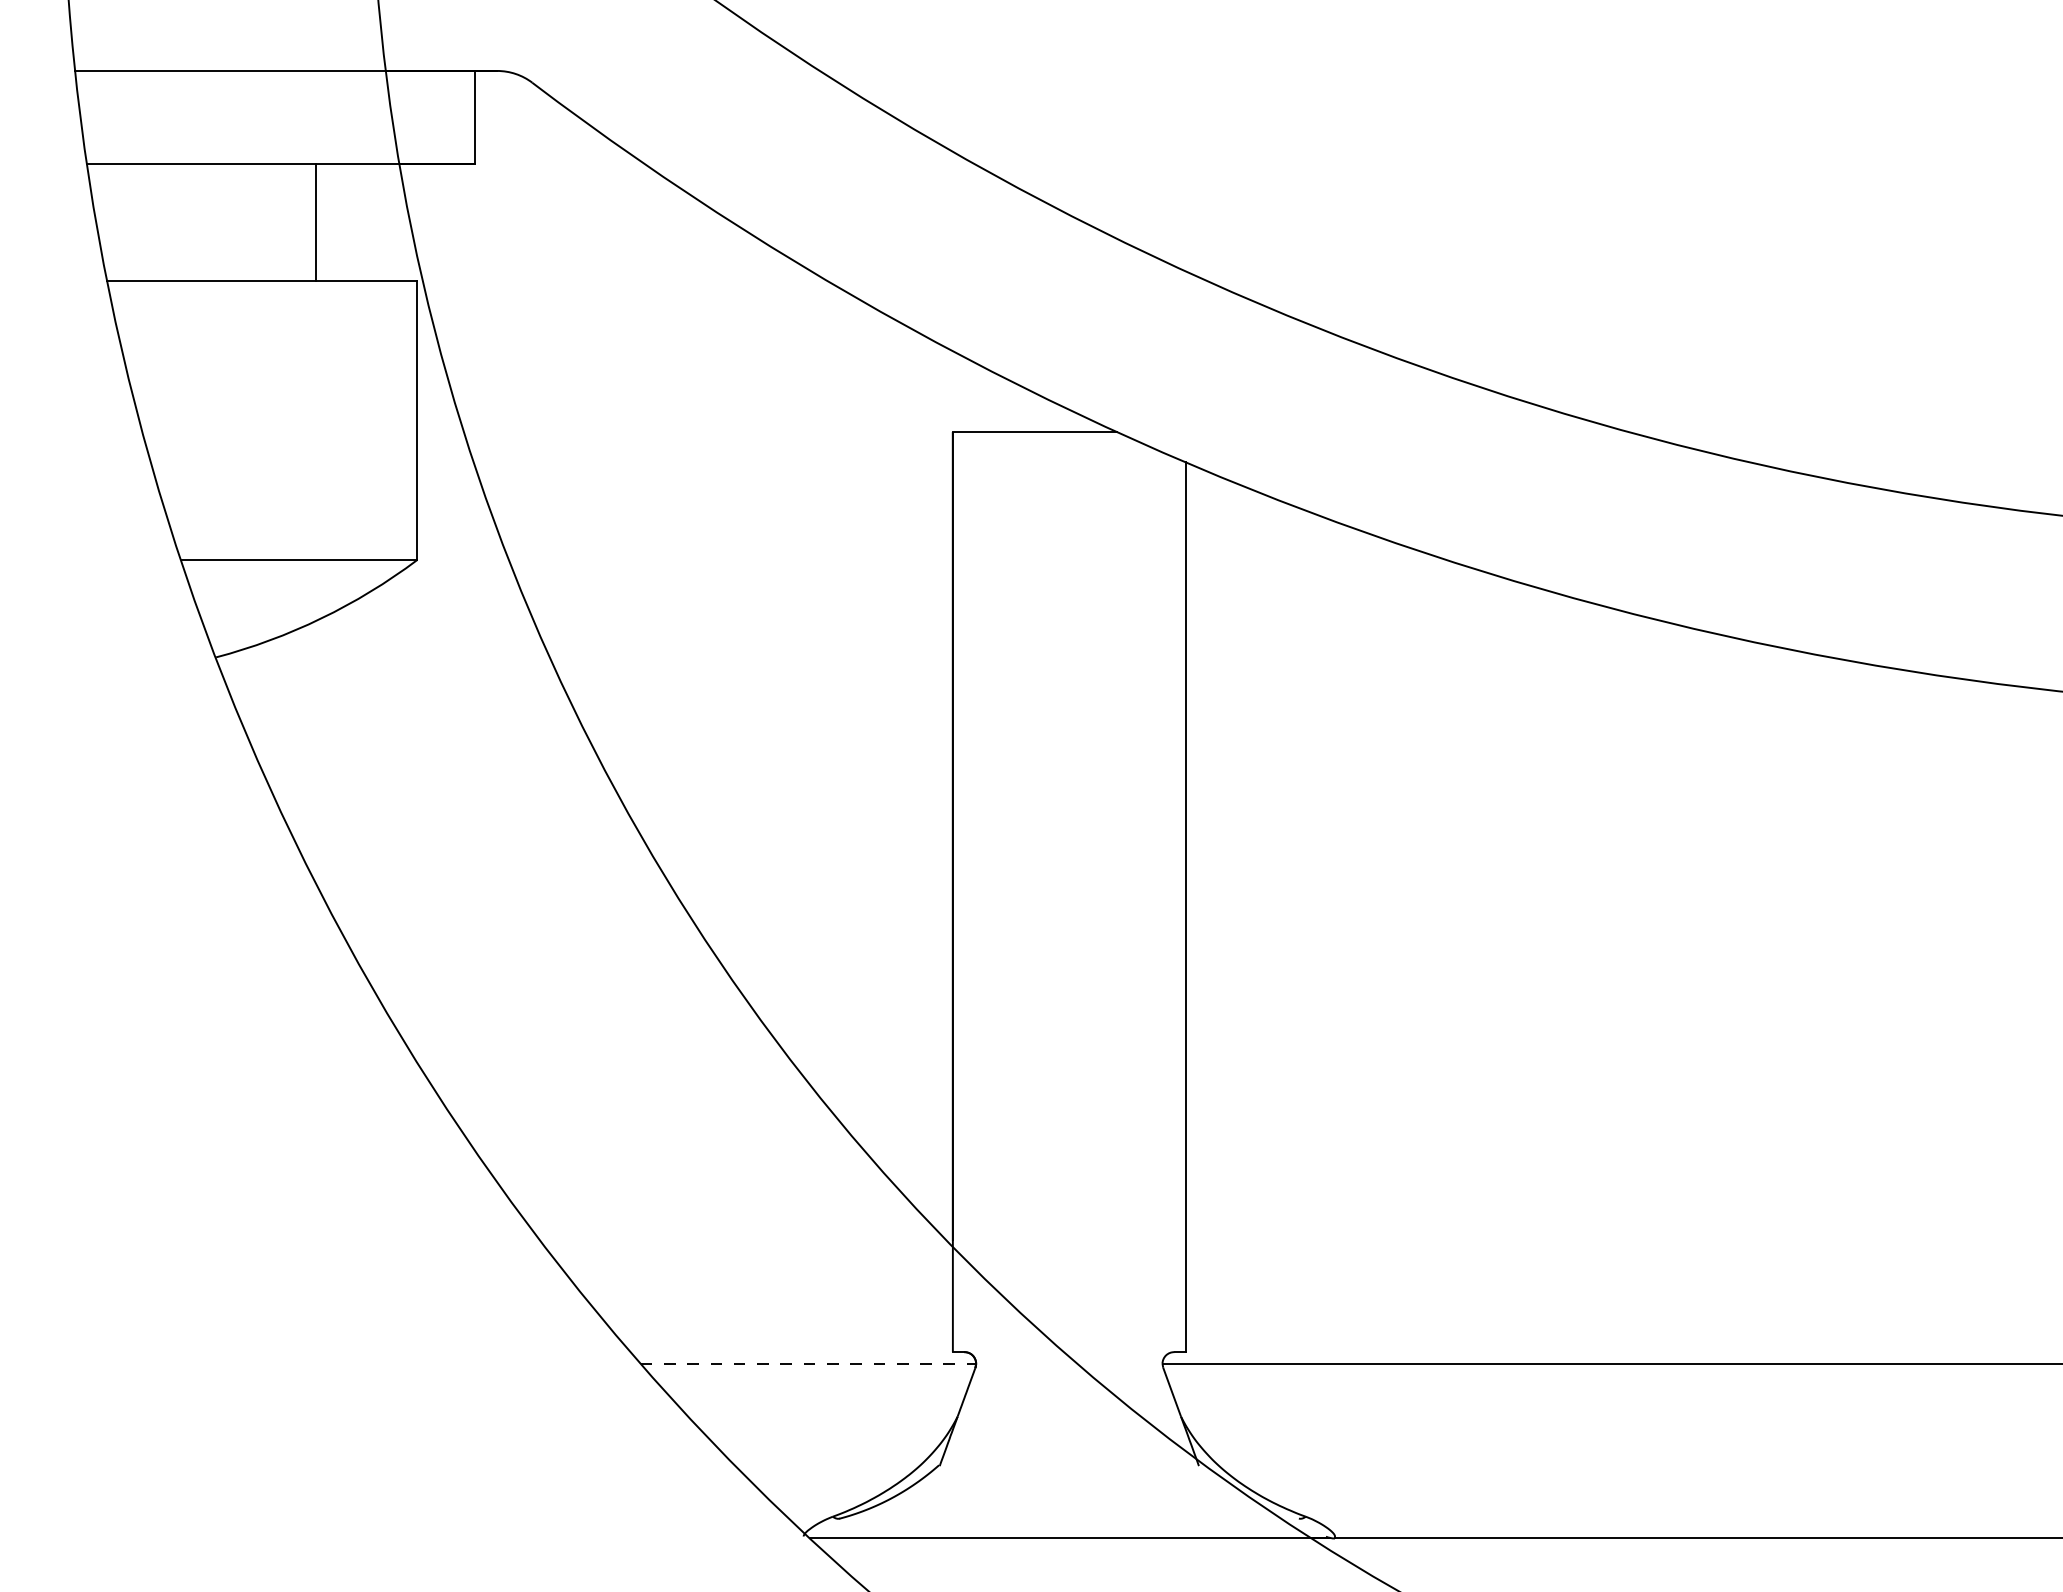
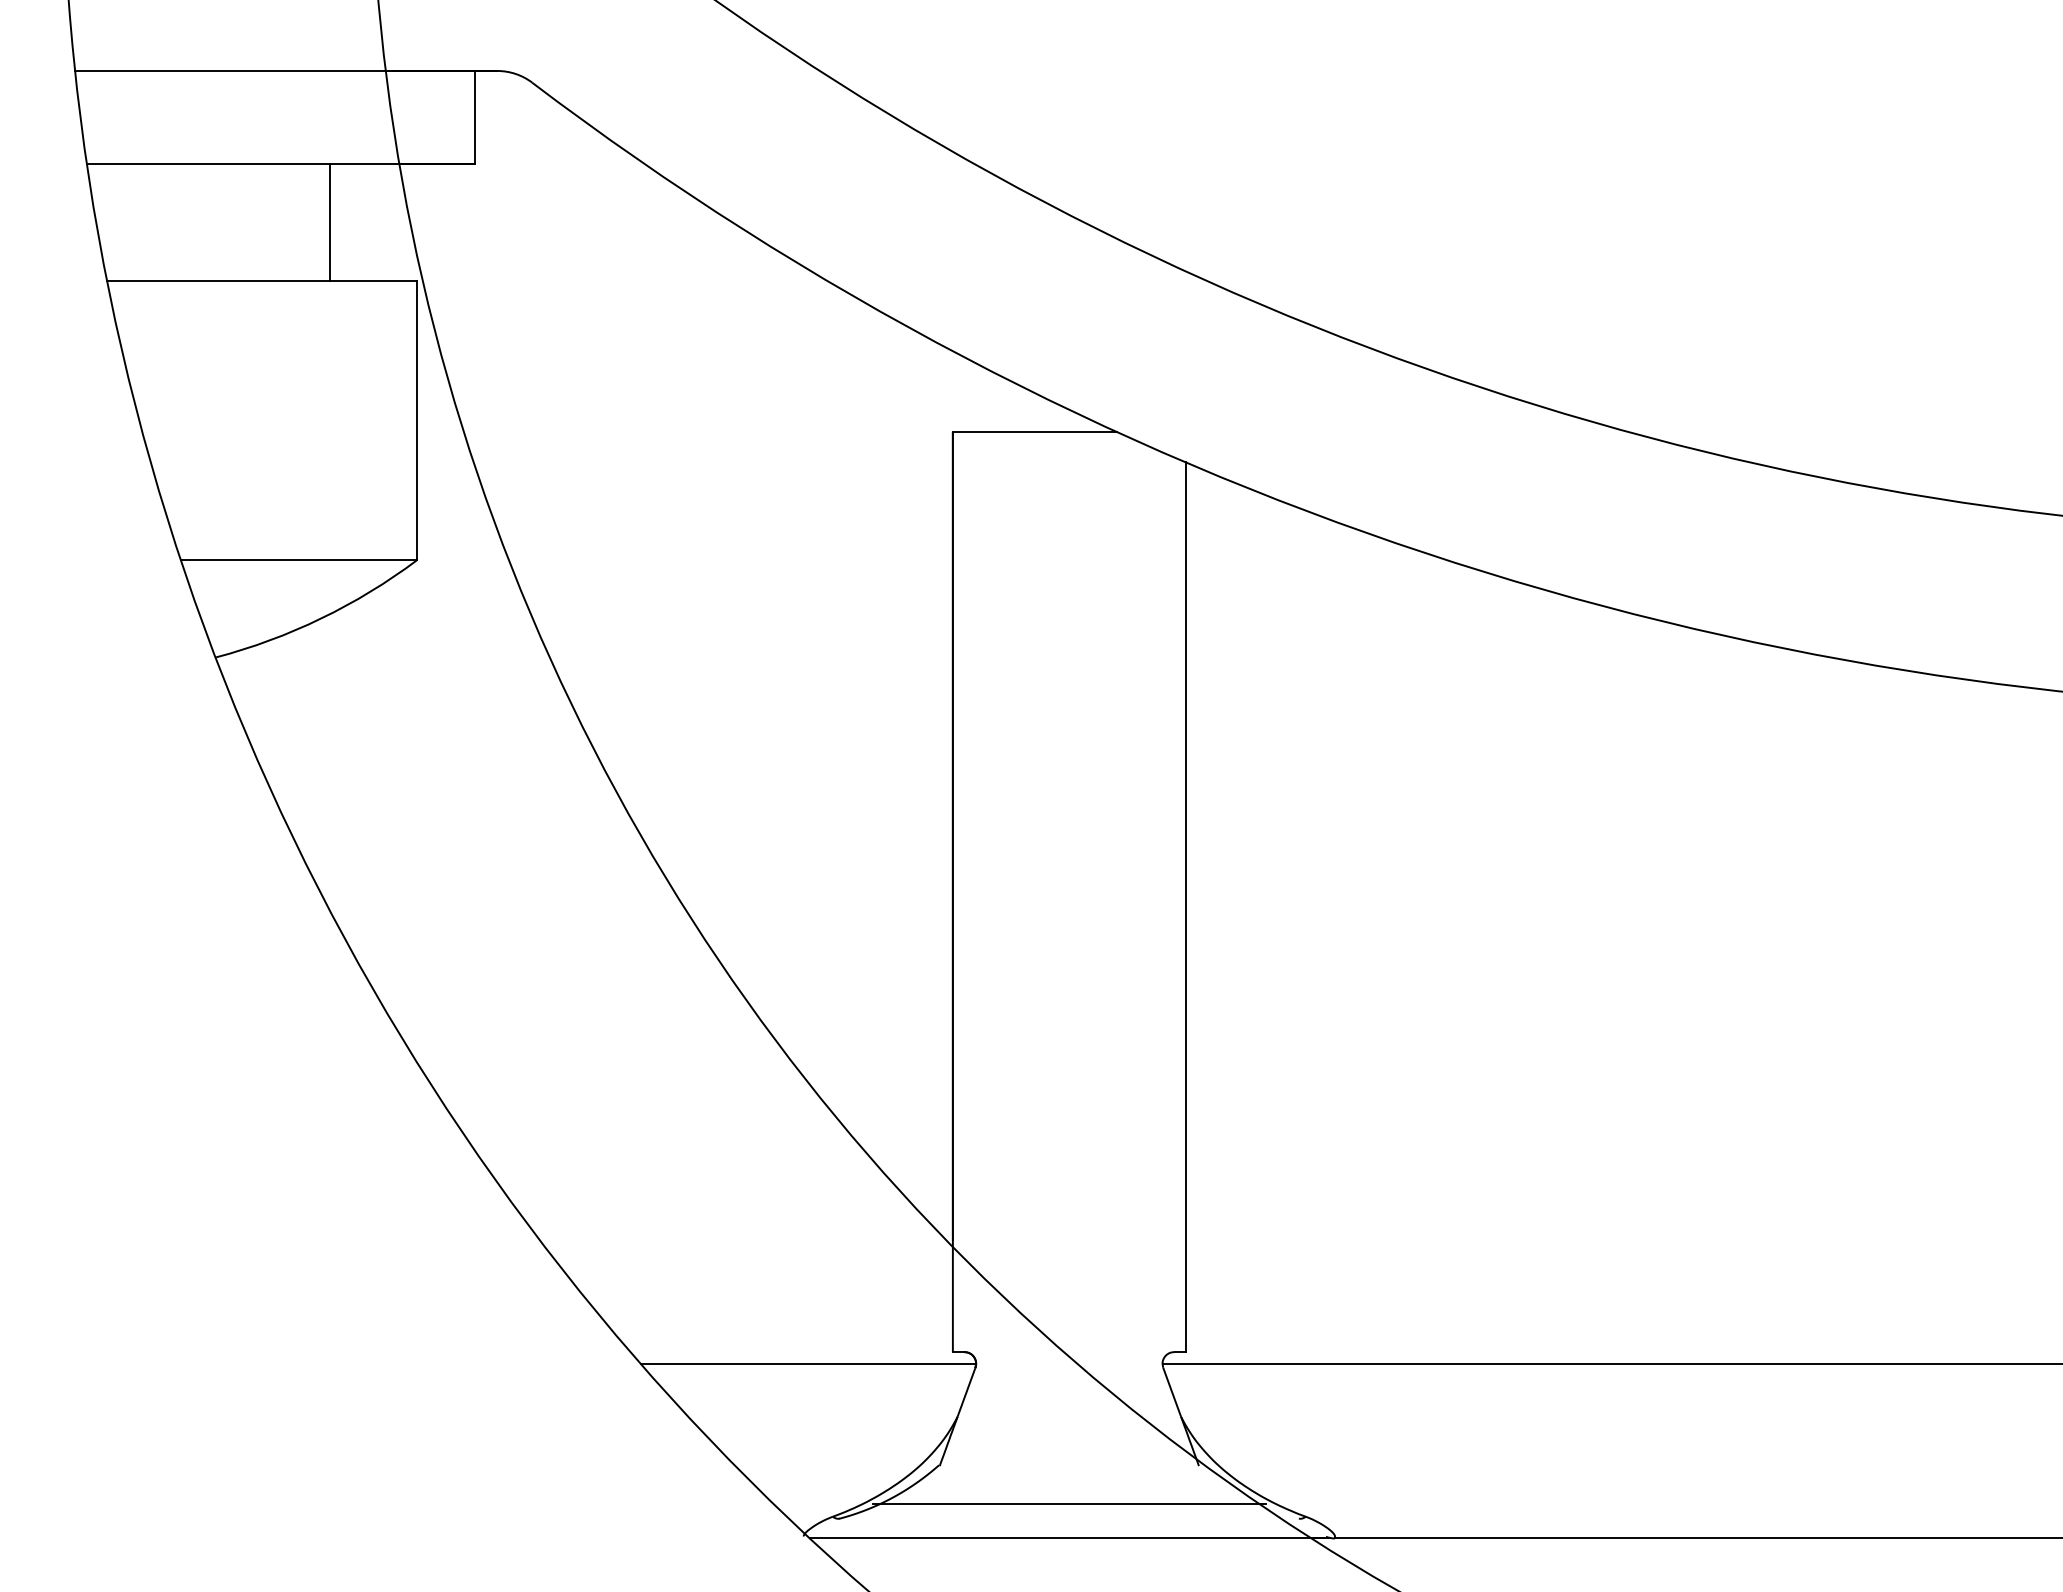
line at (315, 222) position: (315, 222) -> (329, 222)
line at (808, 1363): dashed -> solid
line at (1069, 1503): none -> present
